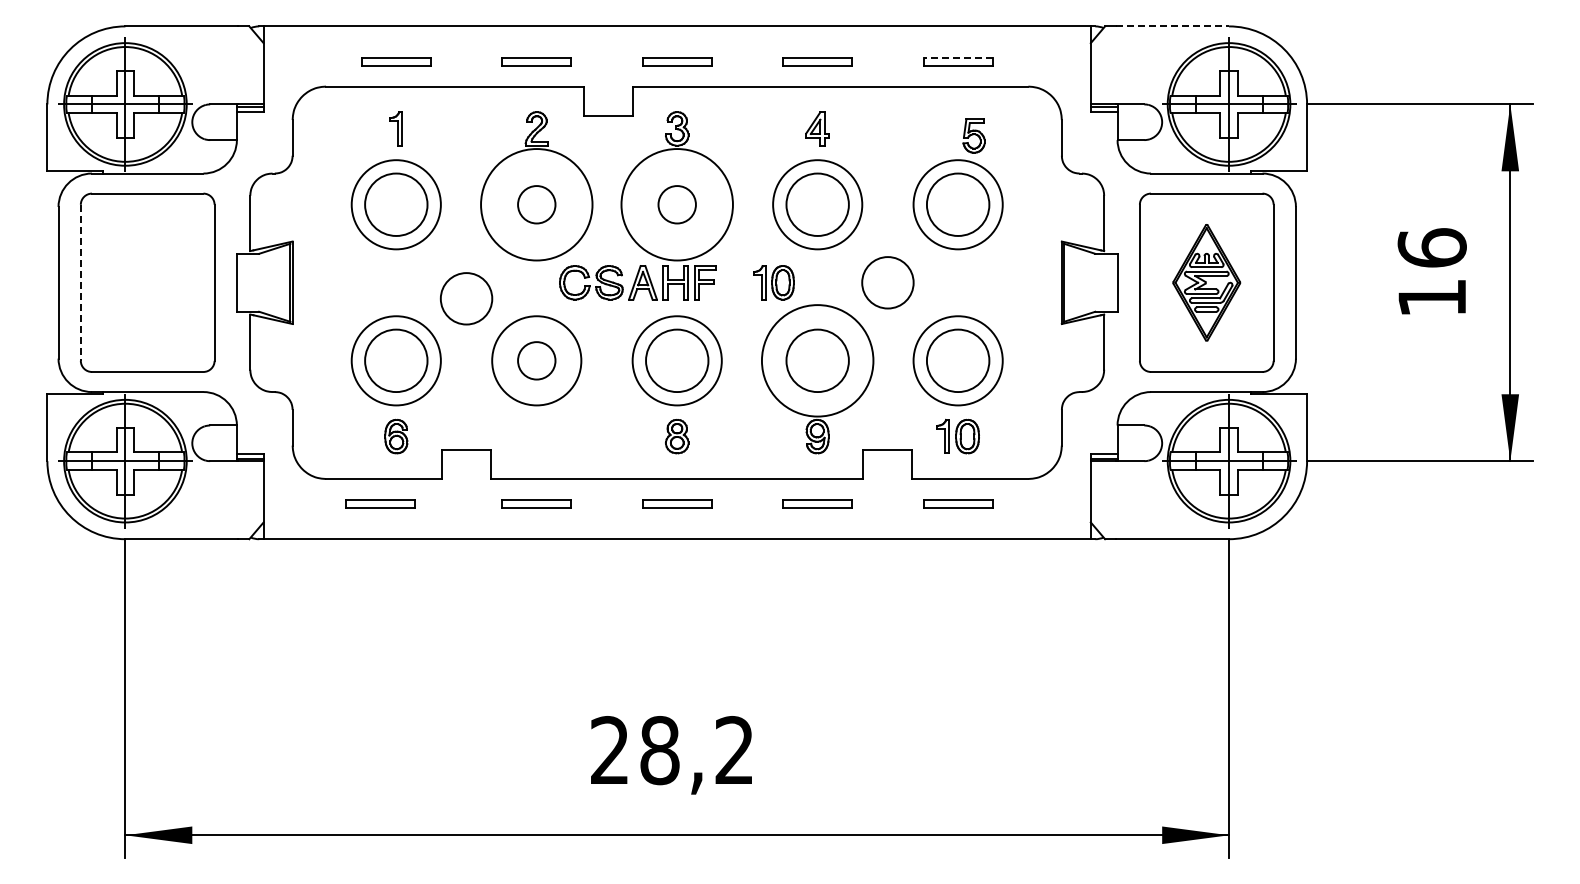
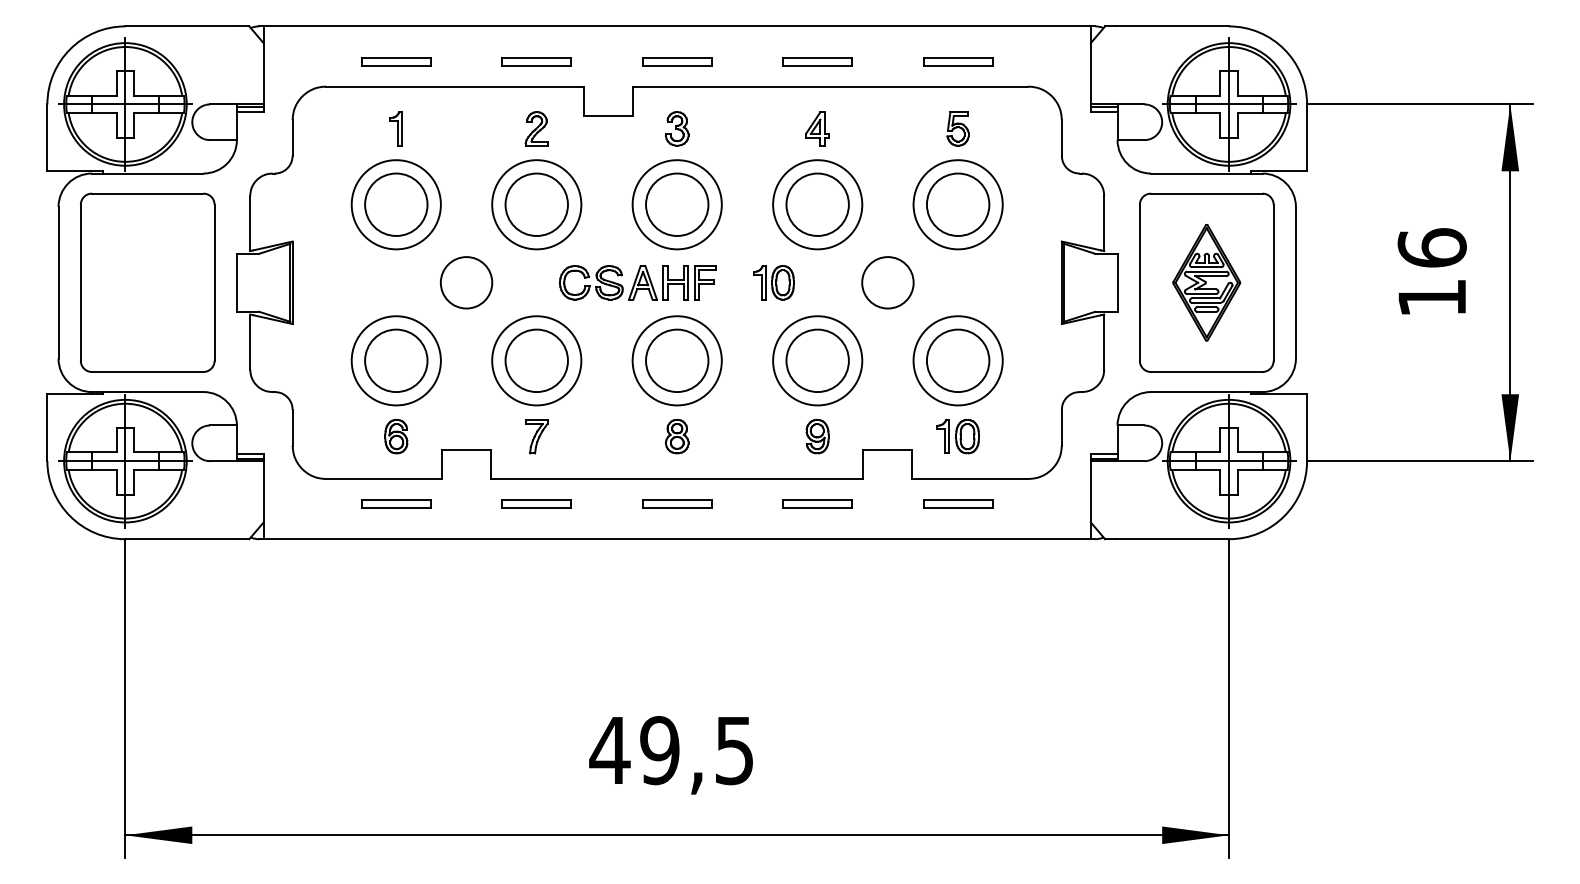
line at (1173, 26): dashed -> solid
line at (957, 57): dashed -> solid
part at (973, 135) position: (973, 135) -> (957, 128)
circle at (536, 204) diameter: 111 px -> 89 px
circle at (536, 204) diameter: 37 px -> 62 px
circle at (676, 204) diameter: 111 px -> 89 px
circle at (676, 204) diameter: 37 px -> 62 px
line at (80, 283): dashed -> solid
circle at (466, 298) position: (466, 298) -> (466, 282)
circle at (536, 360) diameter: 37 px -> 62 px
circle at (817, 360) diameter: 111 px -> 89 px
part at (536, 436): none -> present
part at (380, 503) position: (380, 503) -> (396, 503)
text at (670, 750): 28,2 -> 49,5
